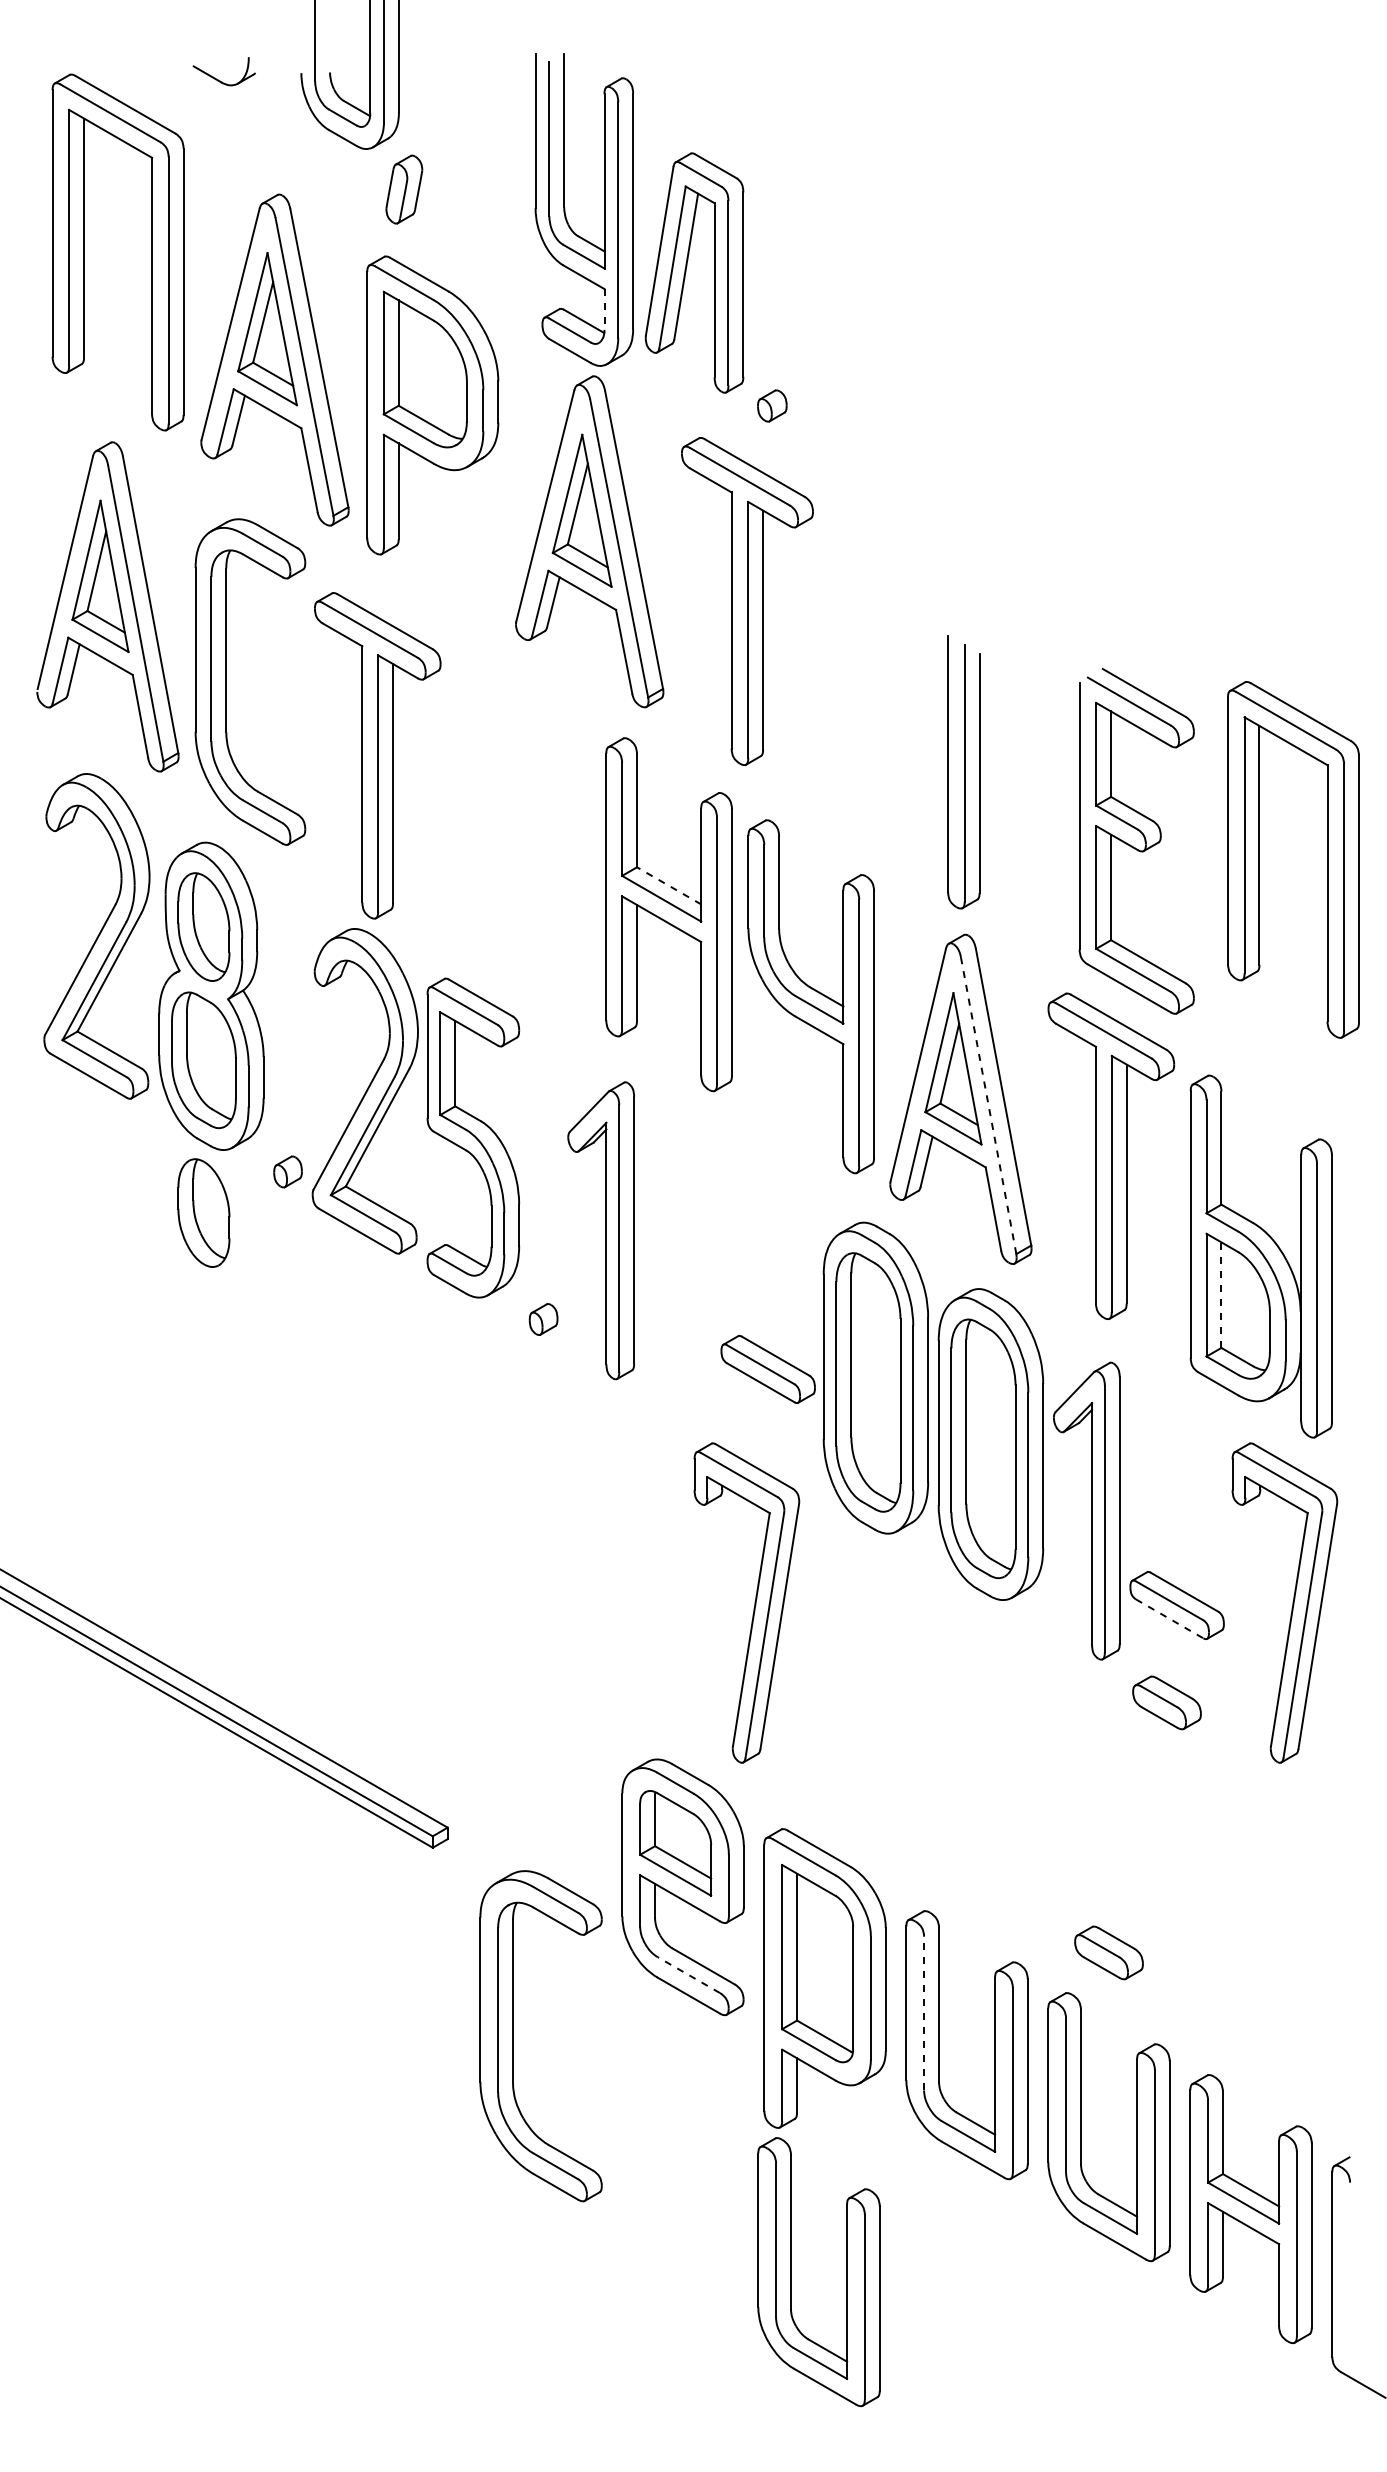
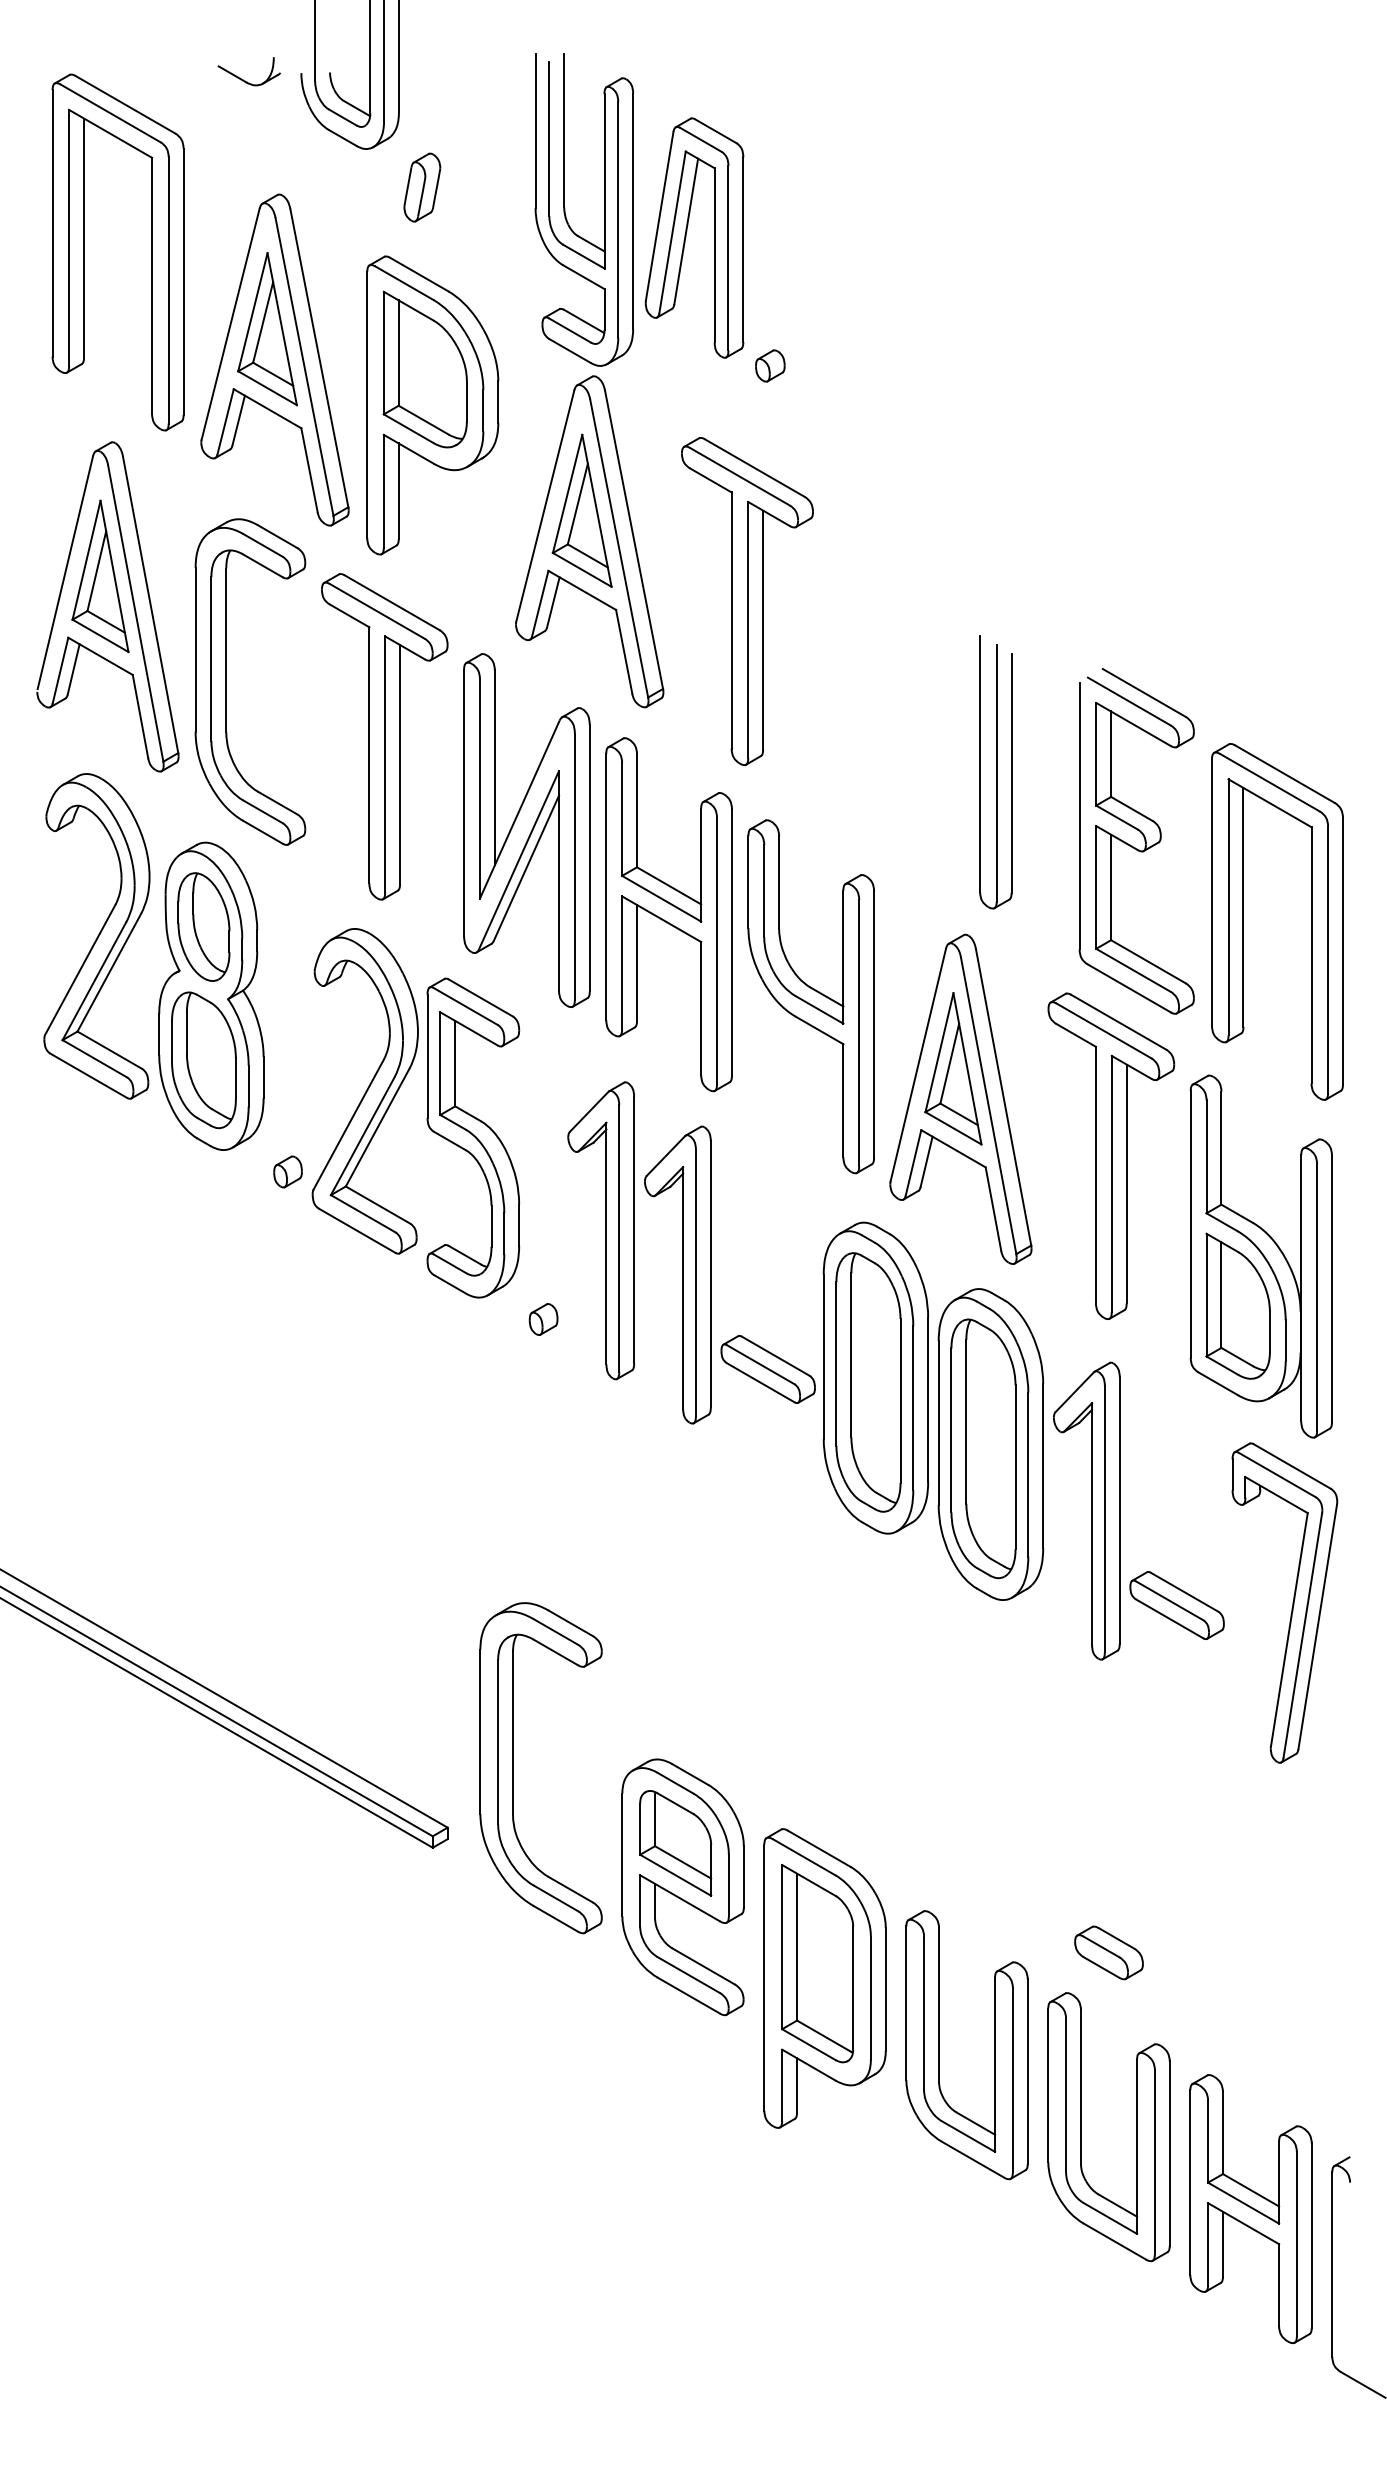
part at (218, 79) position: (218, 79) -> (243, 79)
part at (404, 189) position: (404, 189) -> (422, 187)
part at (686, 272) position: (686, 272) -> (686, 237)
line at (604, 309): dashed -> solid
part at (772, 405) position: (772, 405) -> (770, 365)
part at (377, 755) position: (377, 755) -> (384, 736)
part at (963, 772) position: (963, 772) -> (995, 772)
part at (526, 830): none -> present
part at (1259, 859) position: (1259, 859) -> (1243, 921)
line at (668, 885): dashed -> solid
line at (988, 1105): dashed -> solid
part at (203, 1212): present -> none
part at (677, 1274): none -> present
line at (1221, 1295): dashed -> solid
part at (754, 1602): present -> none
line at (1169, 1618): dashed -> solid
part at (1166, 1702): present -> none
line at (688, 1975): dashed -> solid
line at (924, 2013): dashed -> solid
part at (513, 2036) position: (513, 2036) -> (513, 1768)
part at (791, 2272): present -> none
